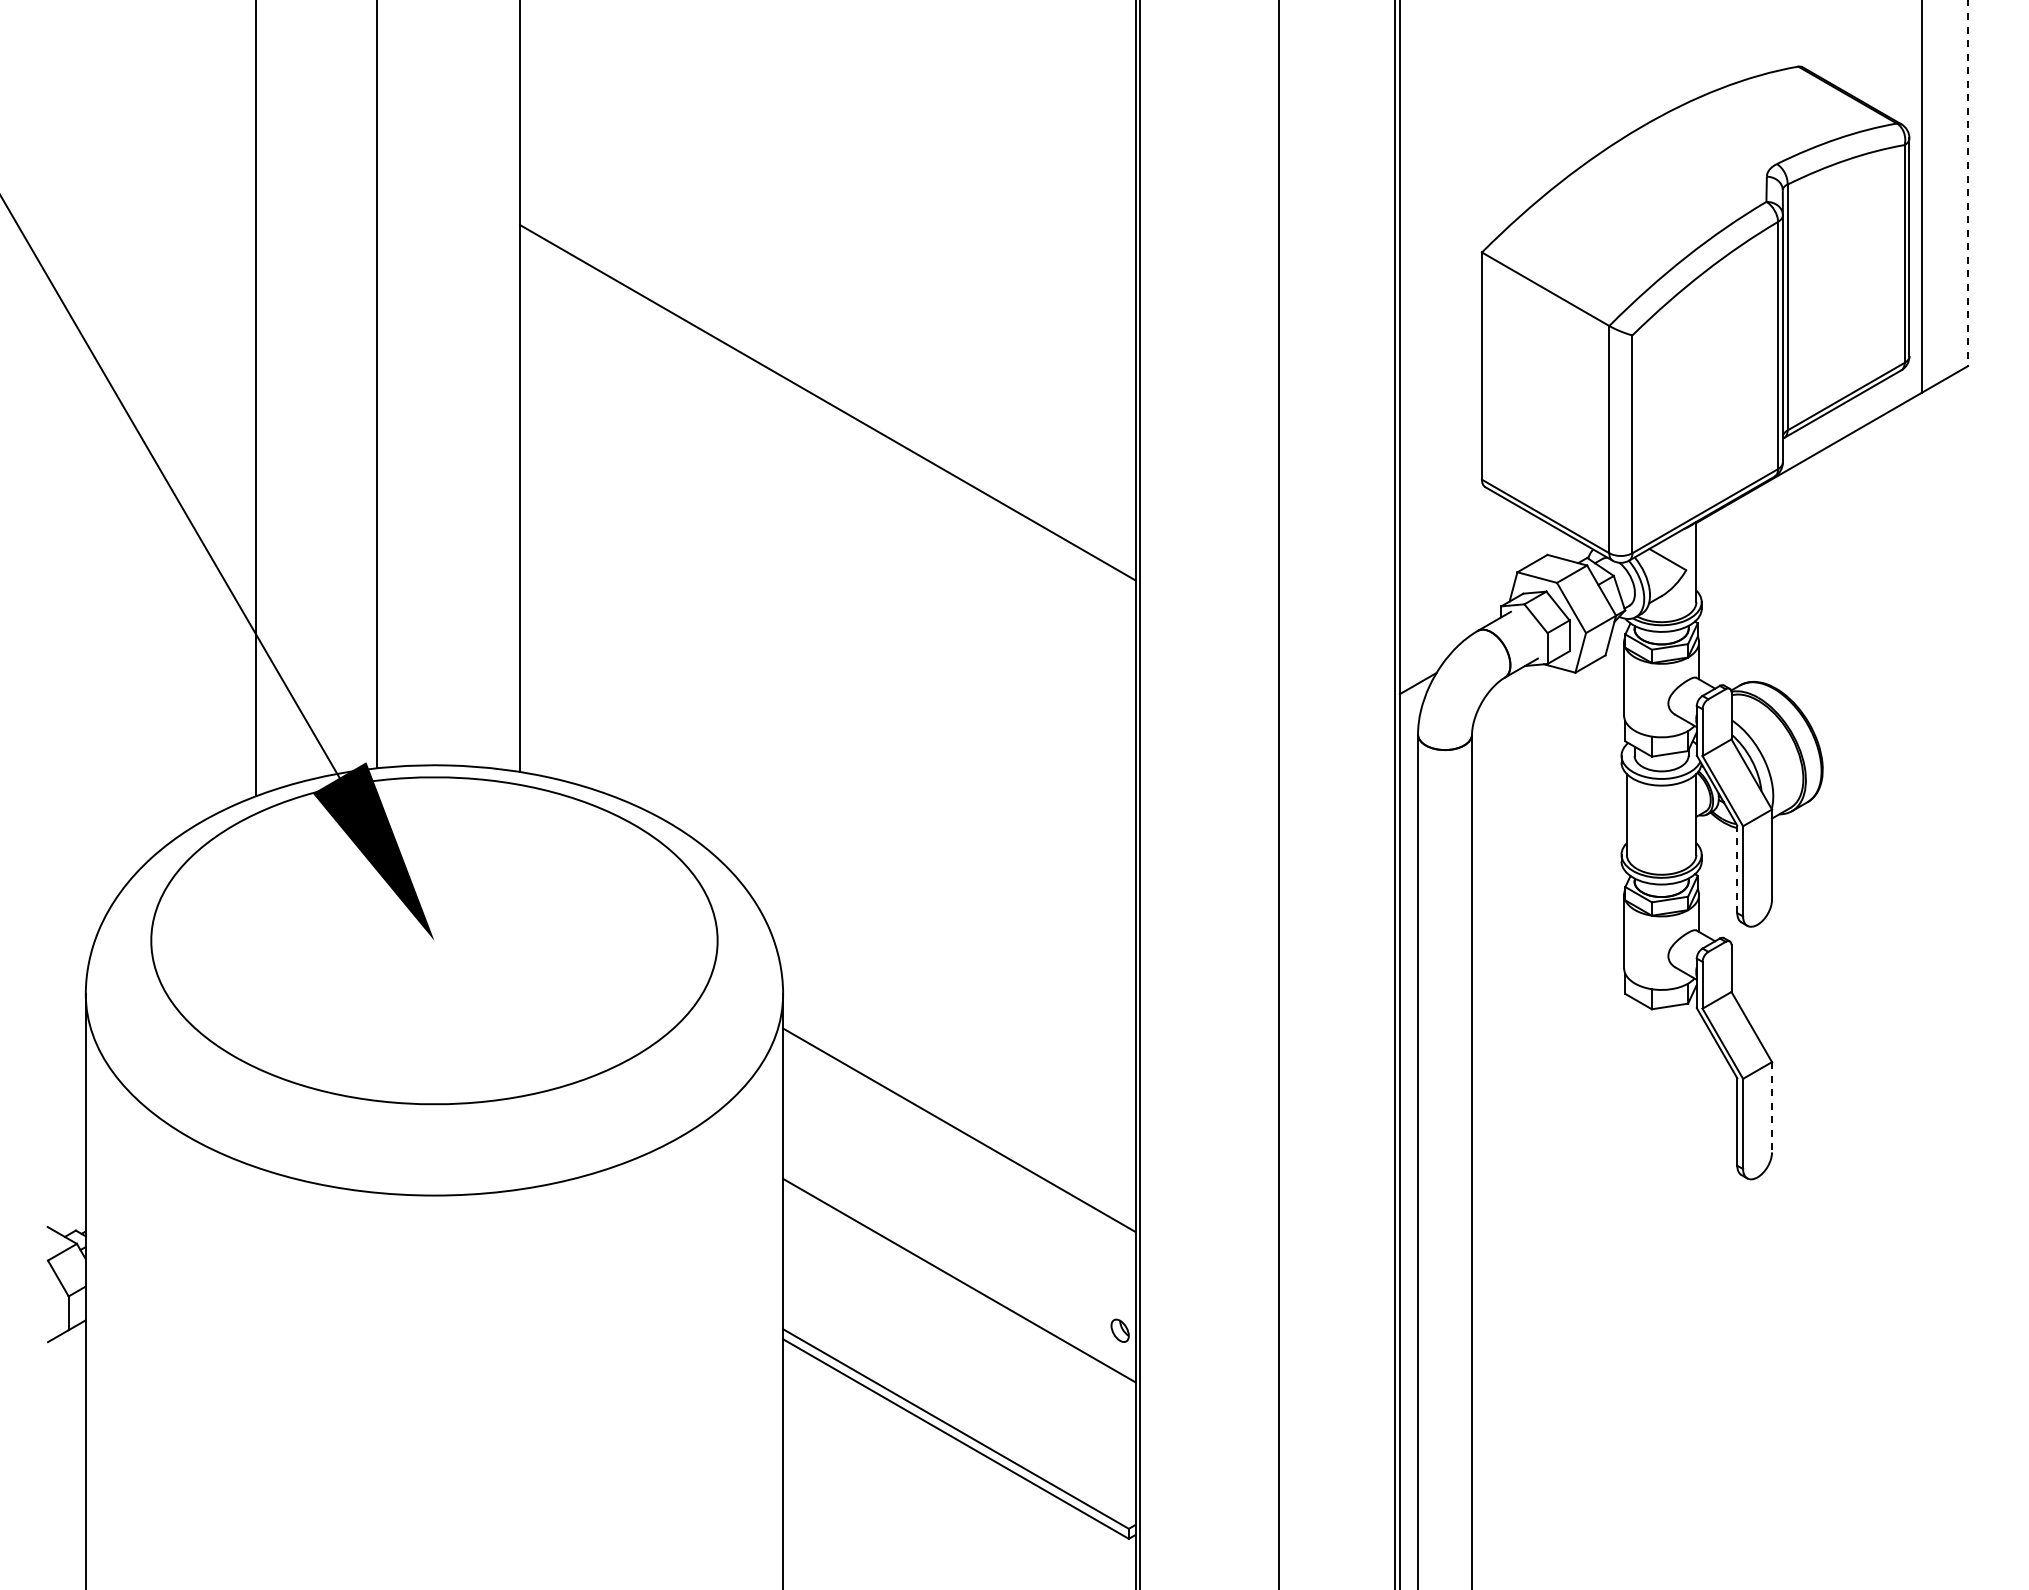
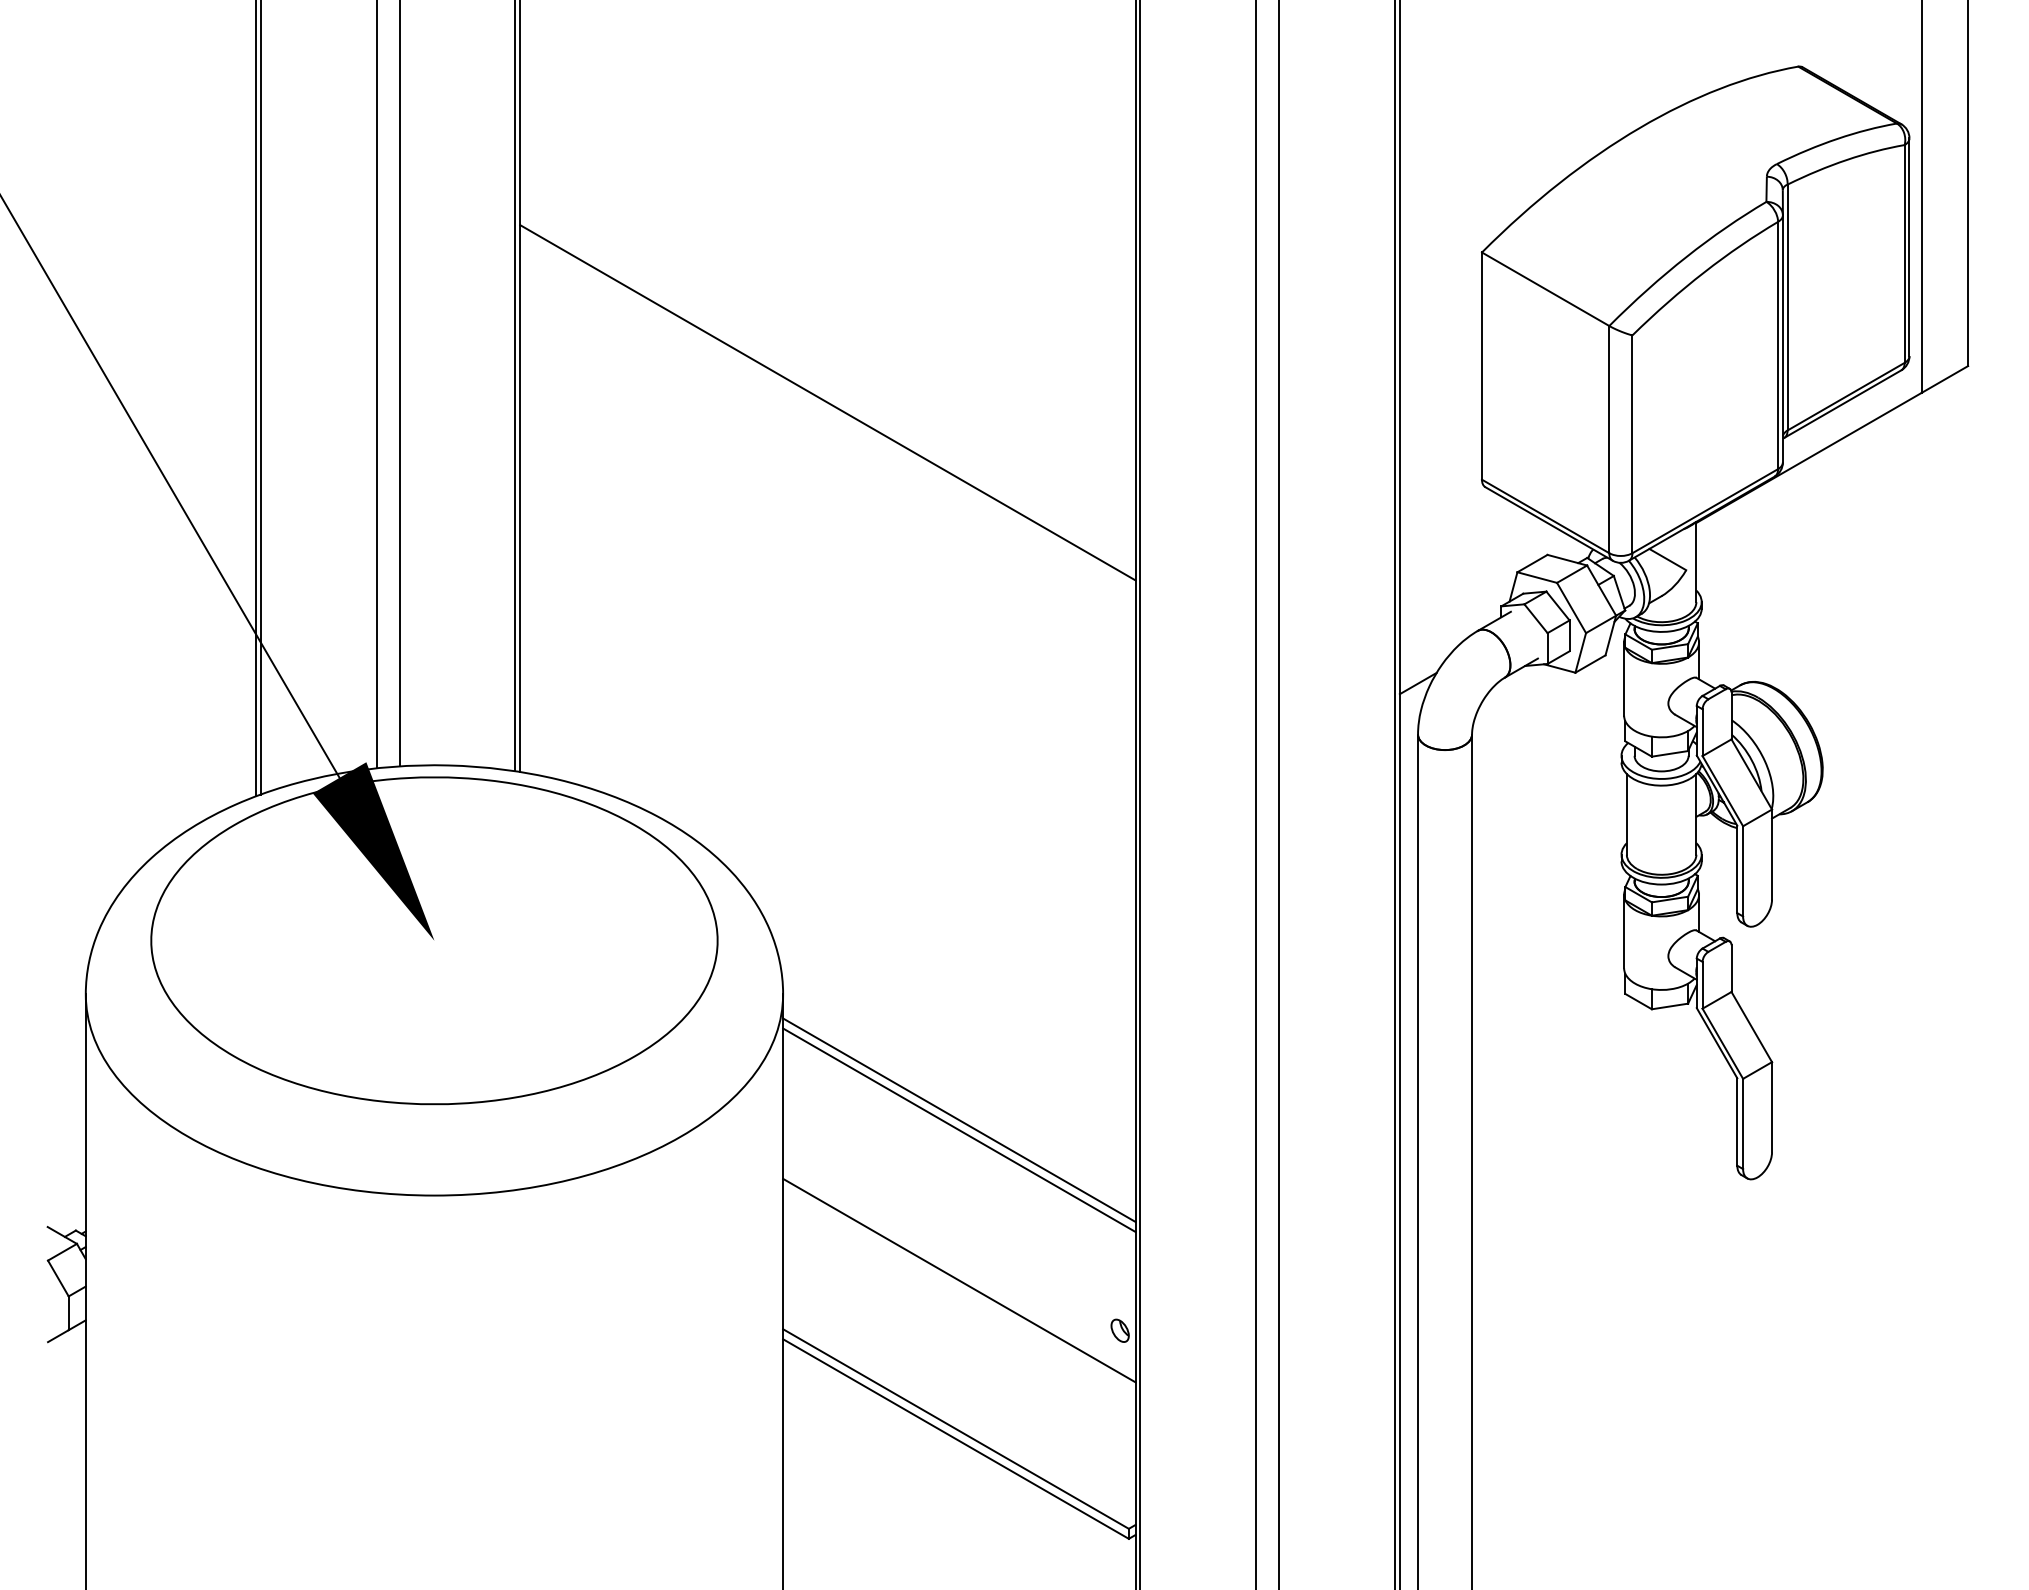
line at (1968, 183): dashed -> solid
line at (399, 384): none -> present
line at (515, 386): none -> present
line at (260, 398): none -> present
line at (1256, 794): none -> present
line at (1737, 869): dashed -> solid
line at (1772, 1107): dashed -> solid
line at (959, 1120): none -> present
